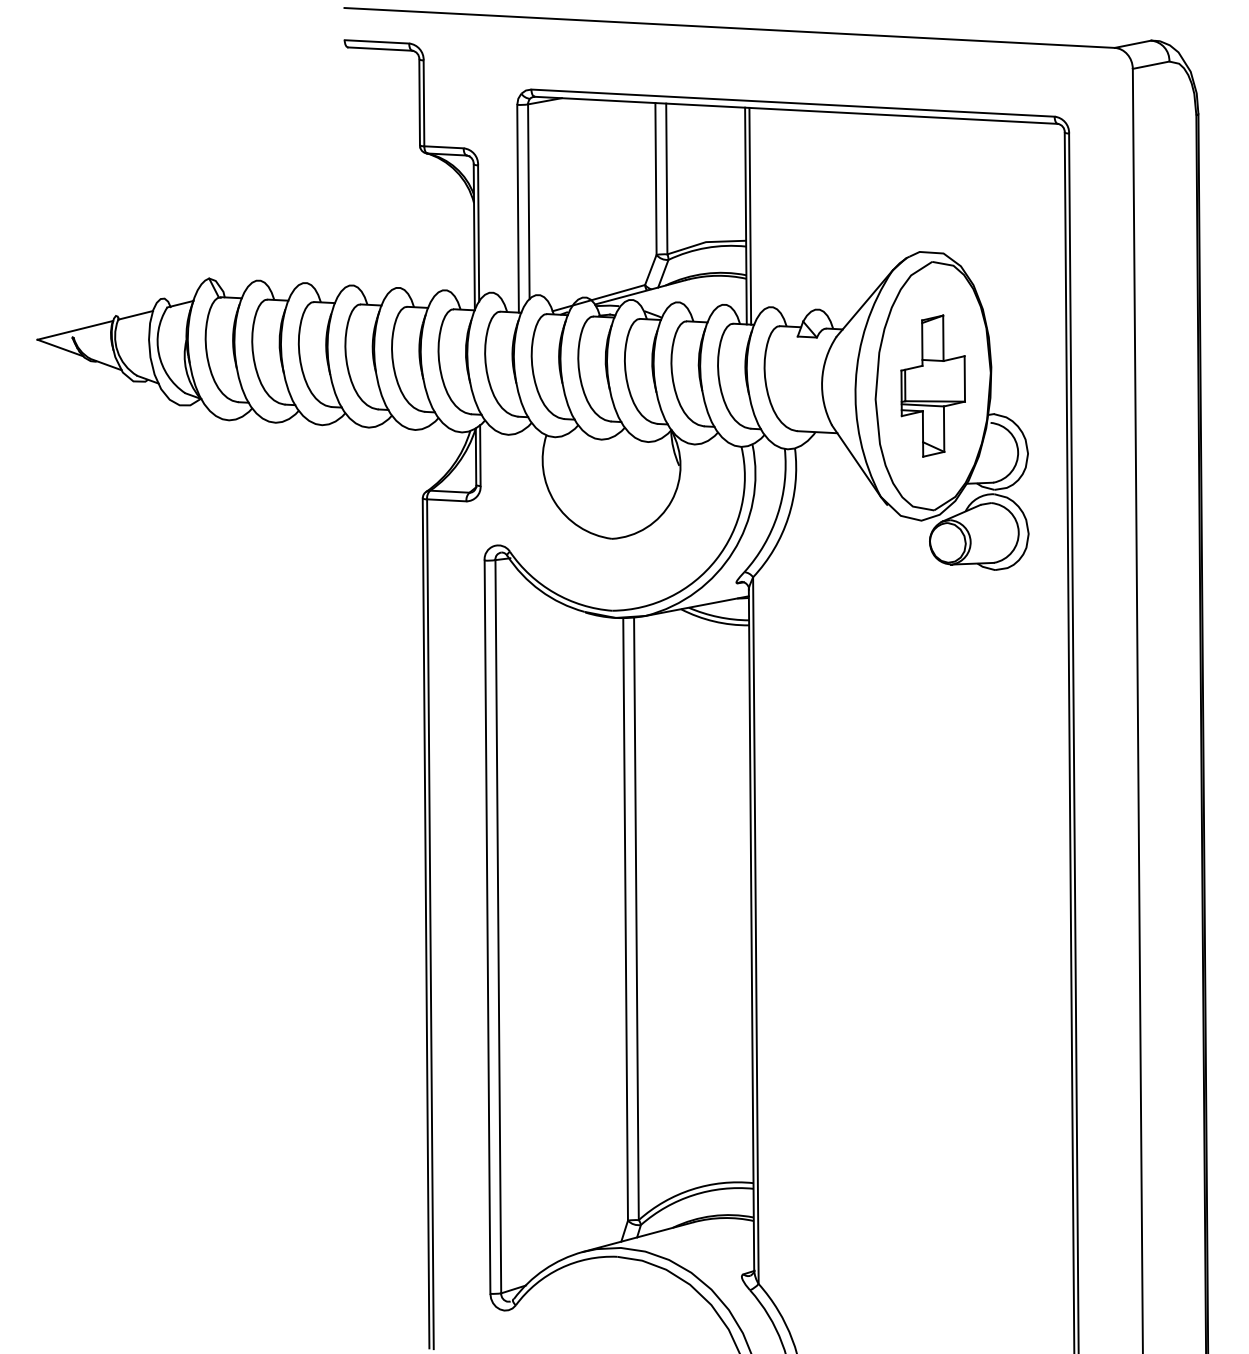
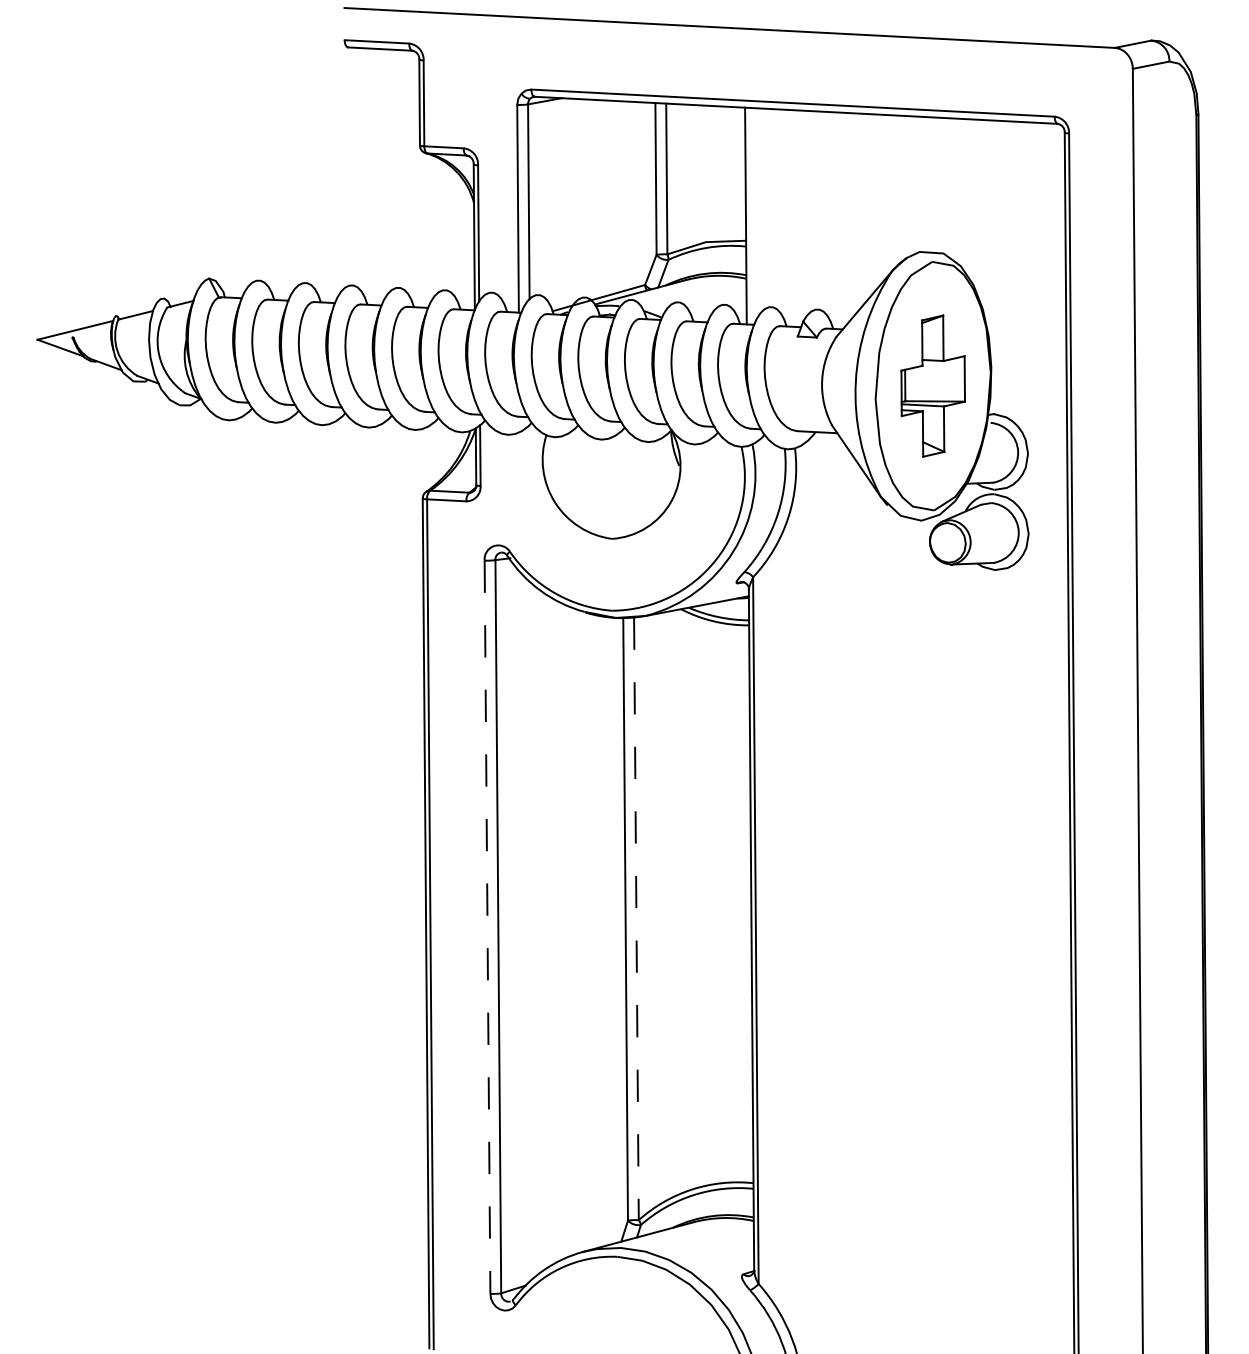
line at (750, 215): present -> none
line at (636, 919): solid -> dashed
line at (487, 927): solid -> dashed
